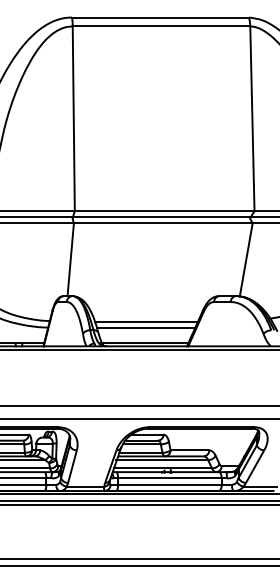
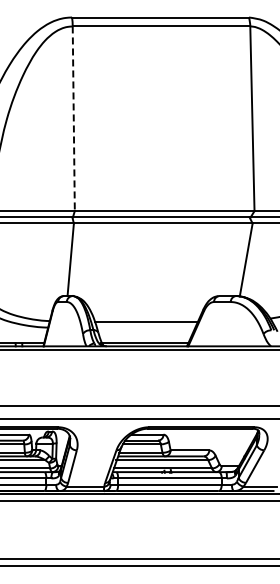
line at (73, 119): solid -> dashed
line at (146, 328): present -> none
line at (139, 505): present -> none
